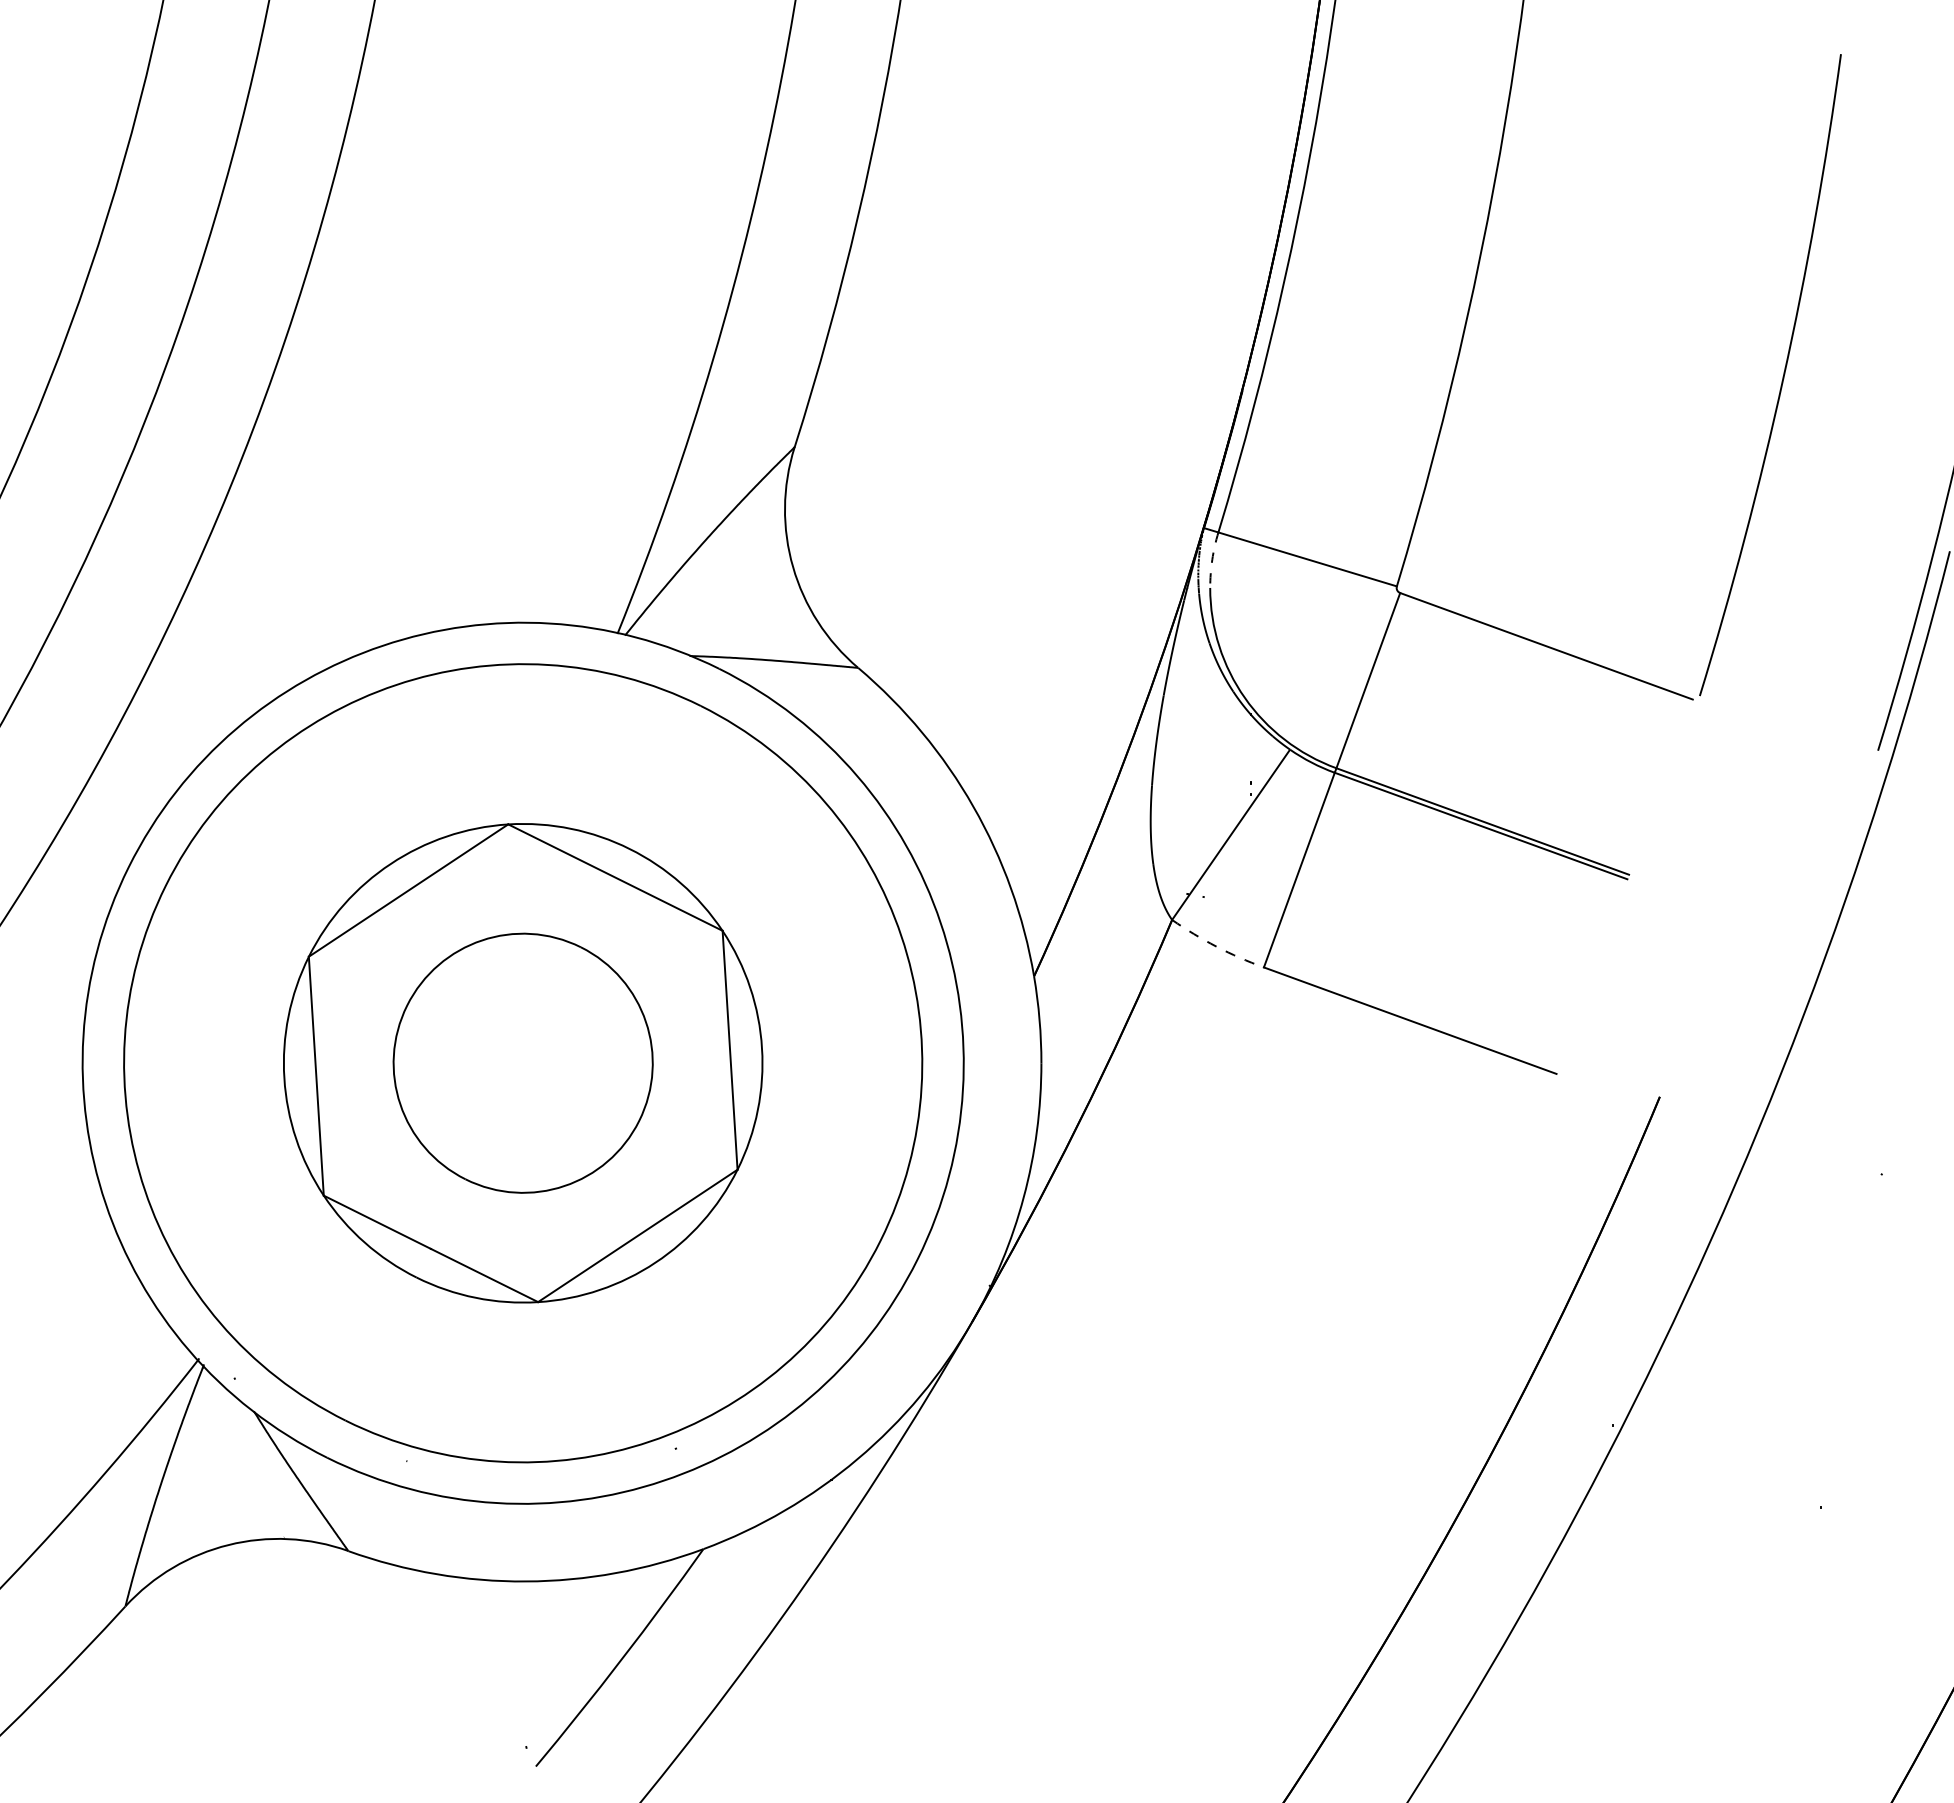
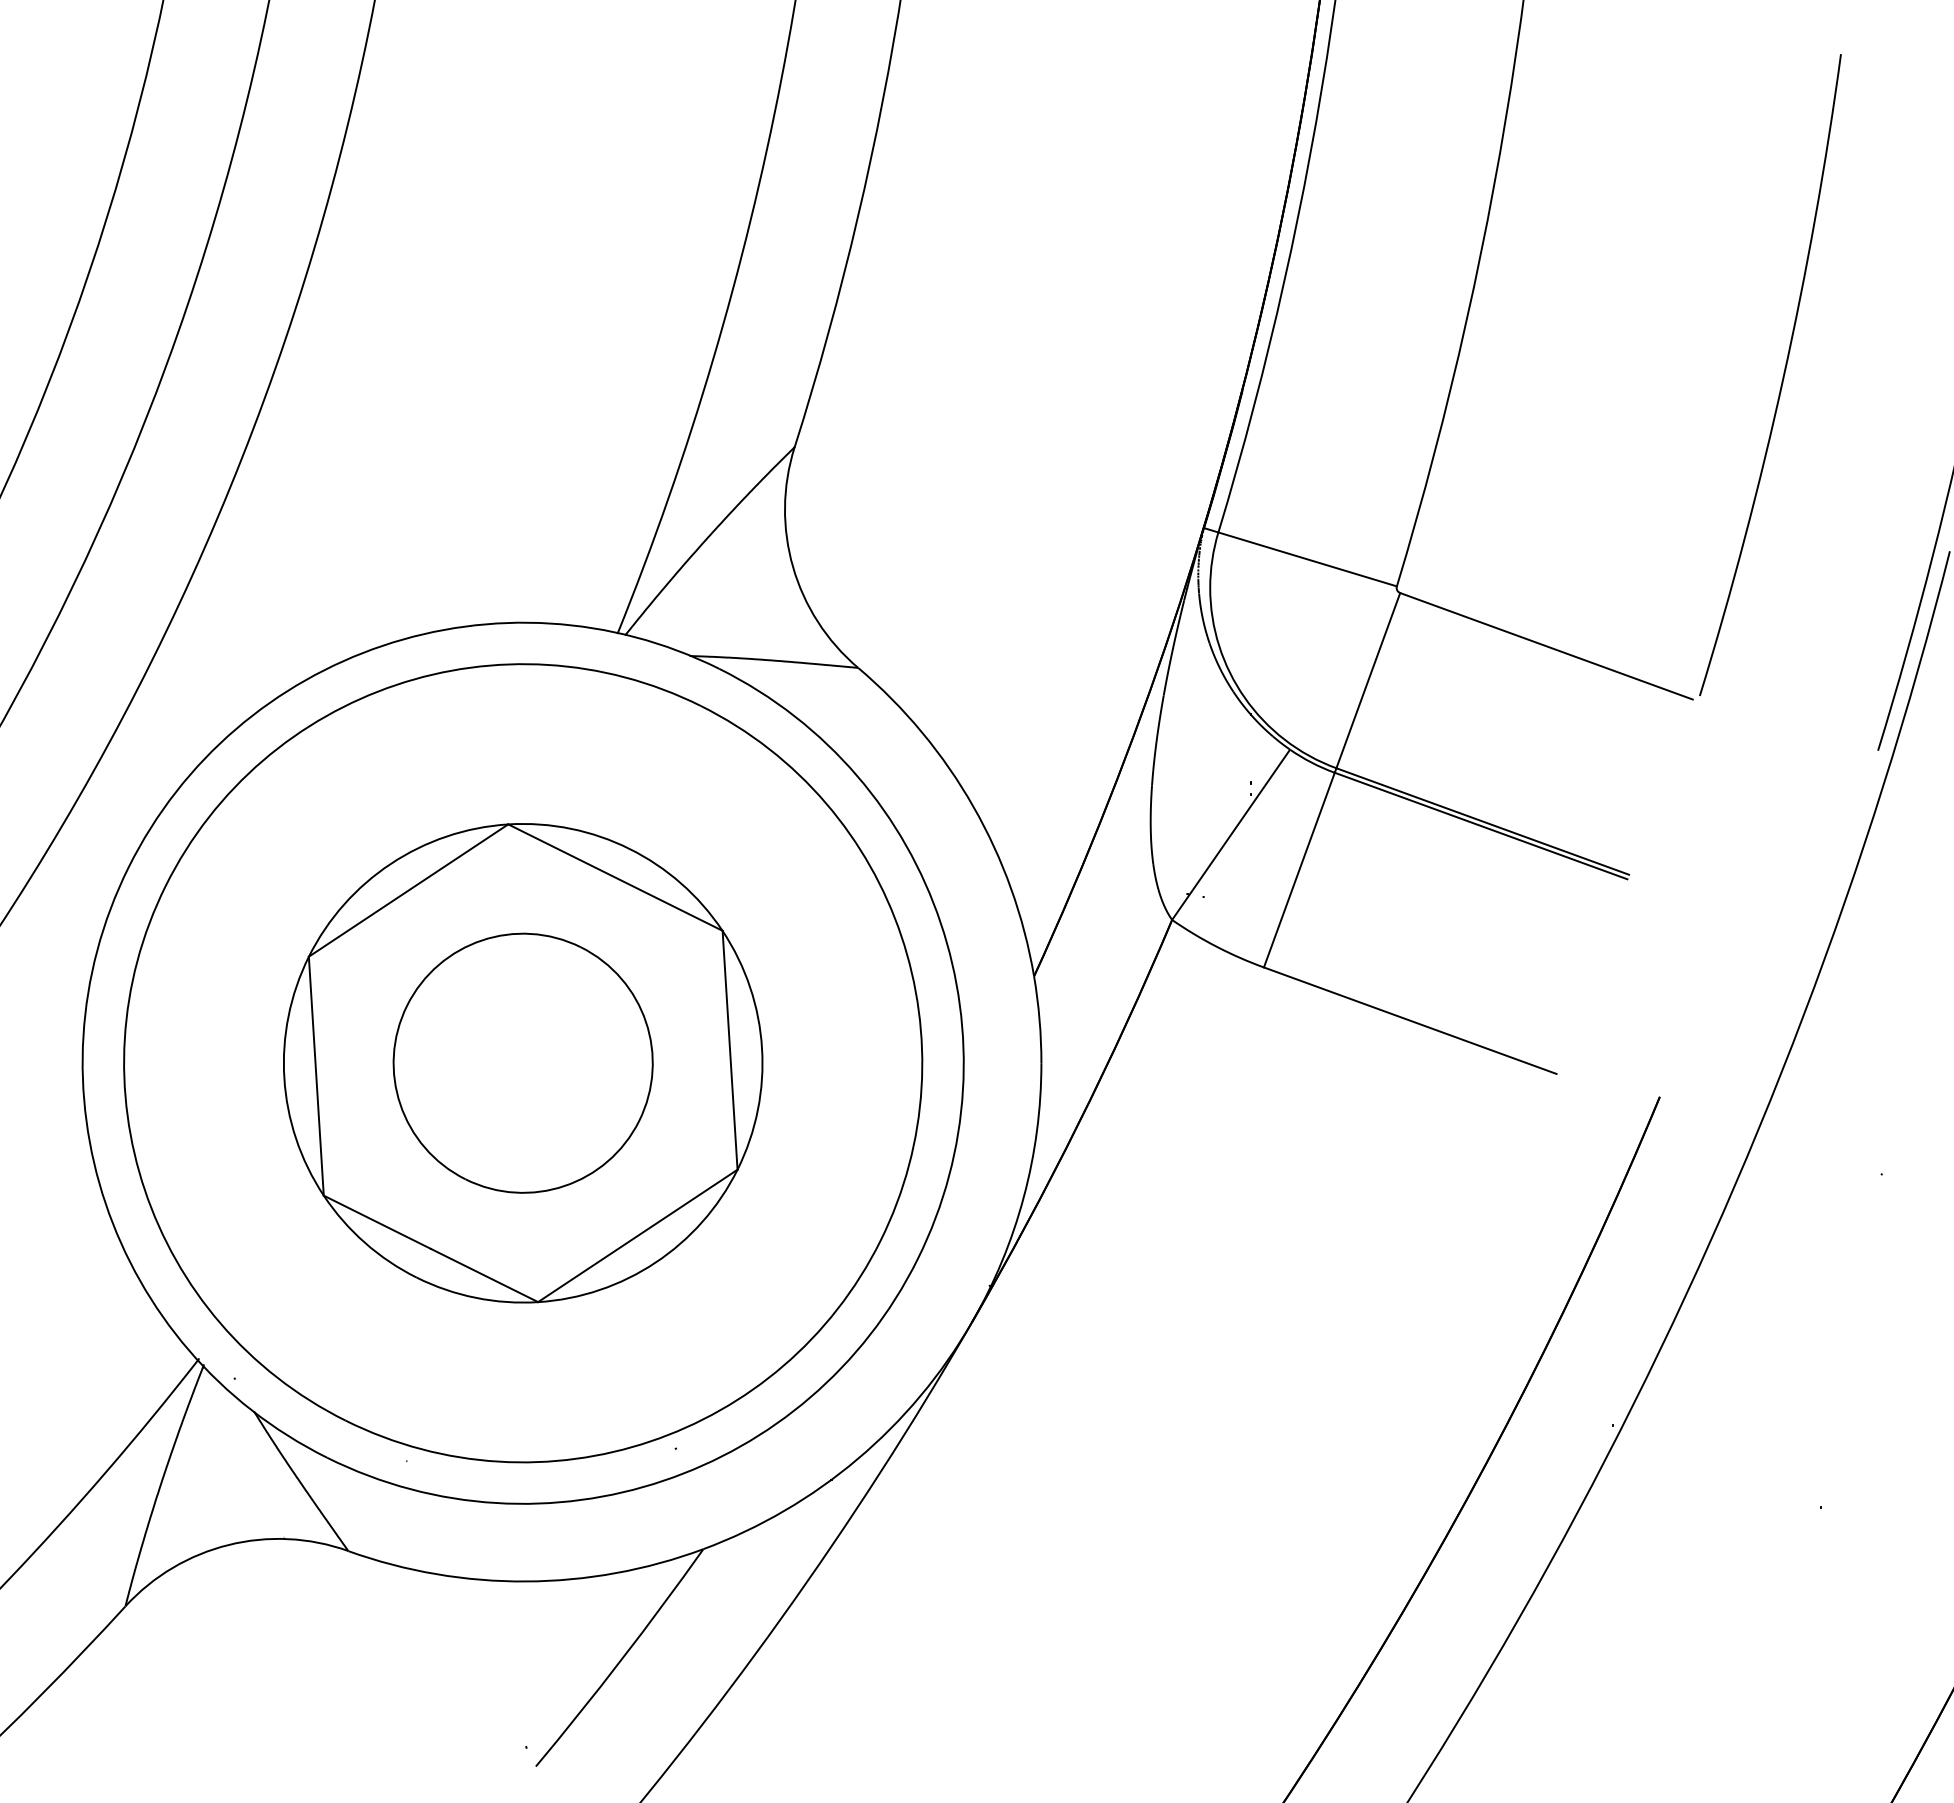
arc at (1212, 559): dashed -> solid
arc at (1216, 946): dashed -> solid
